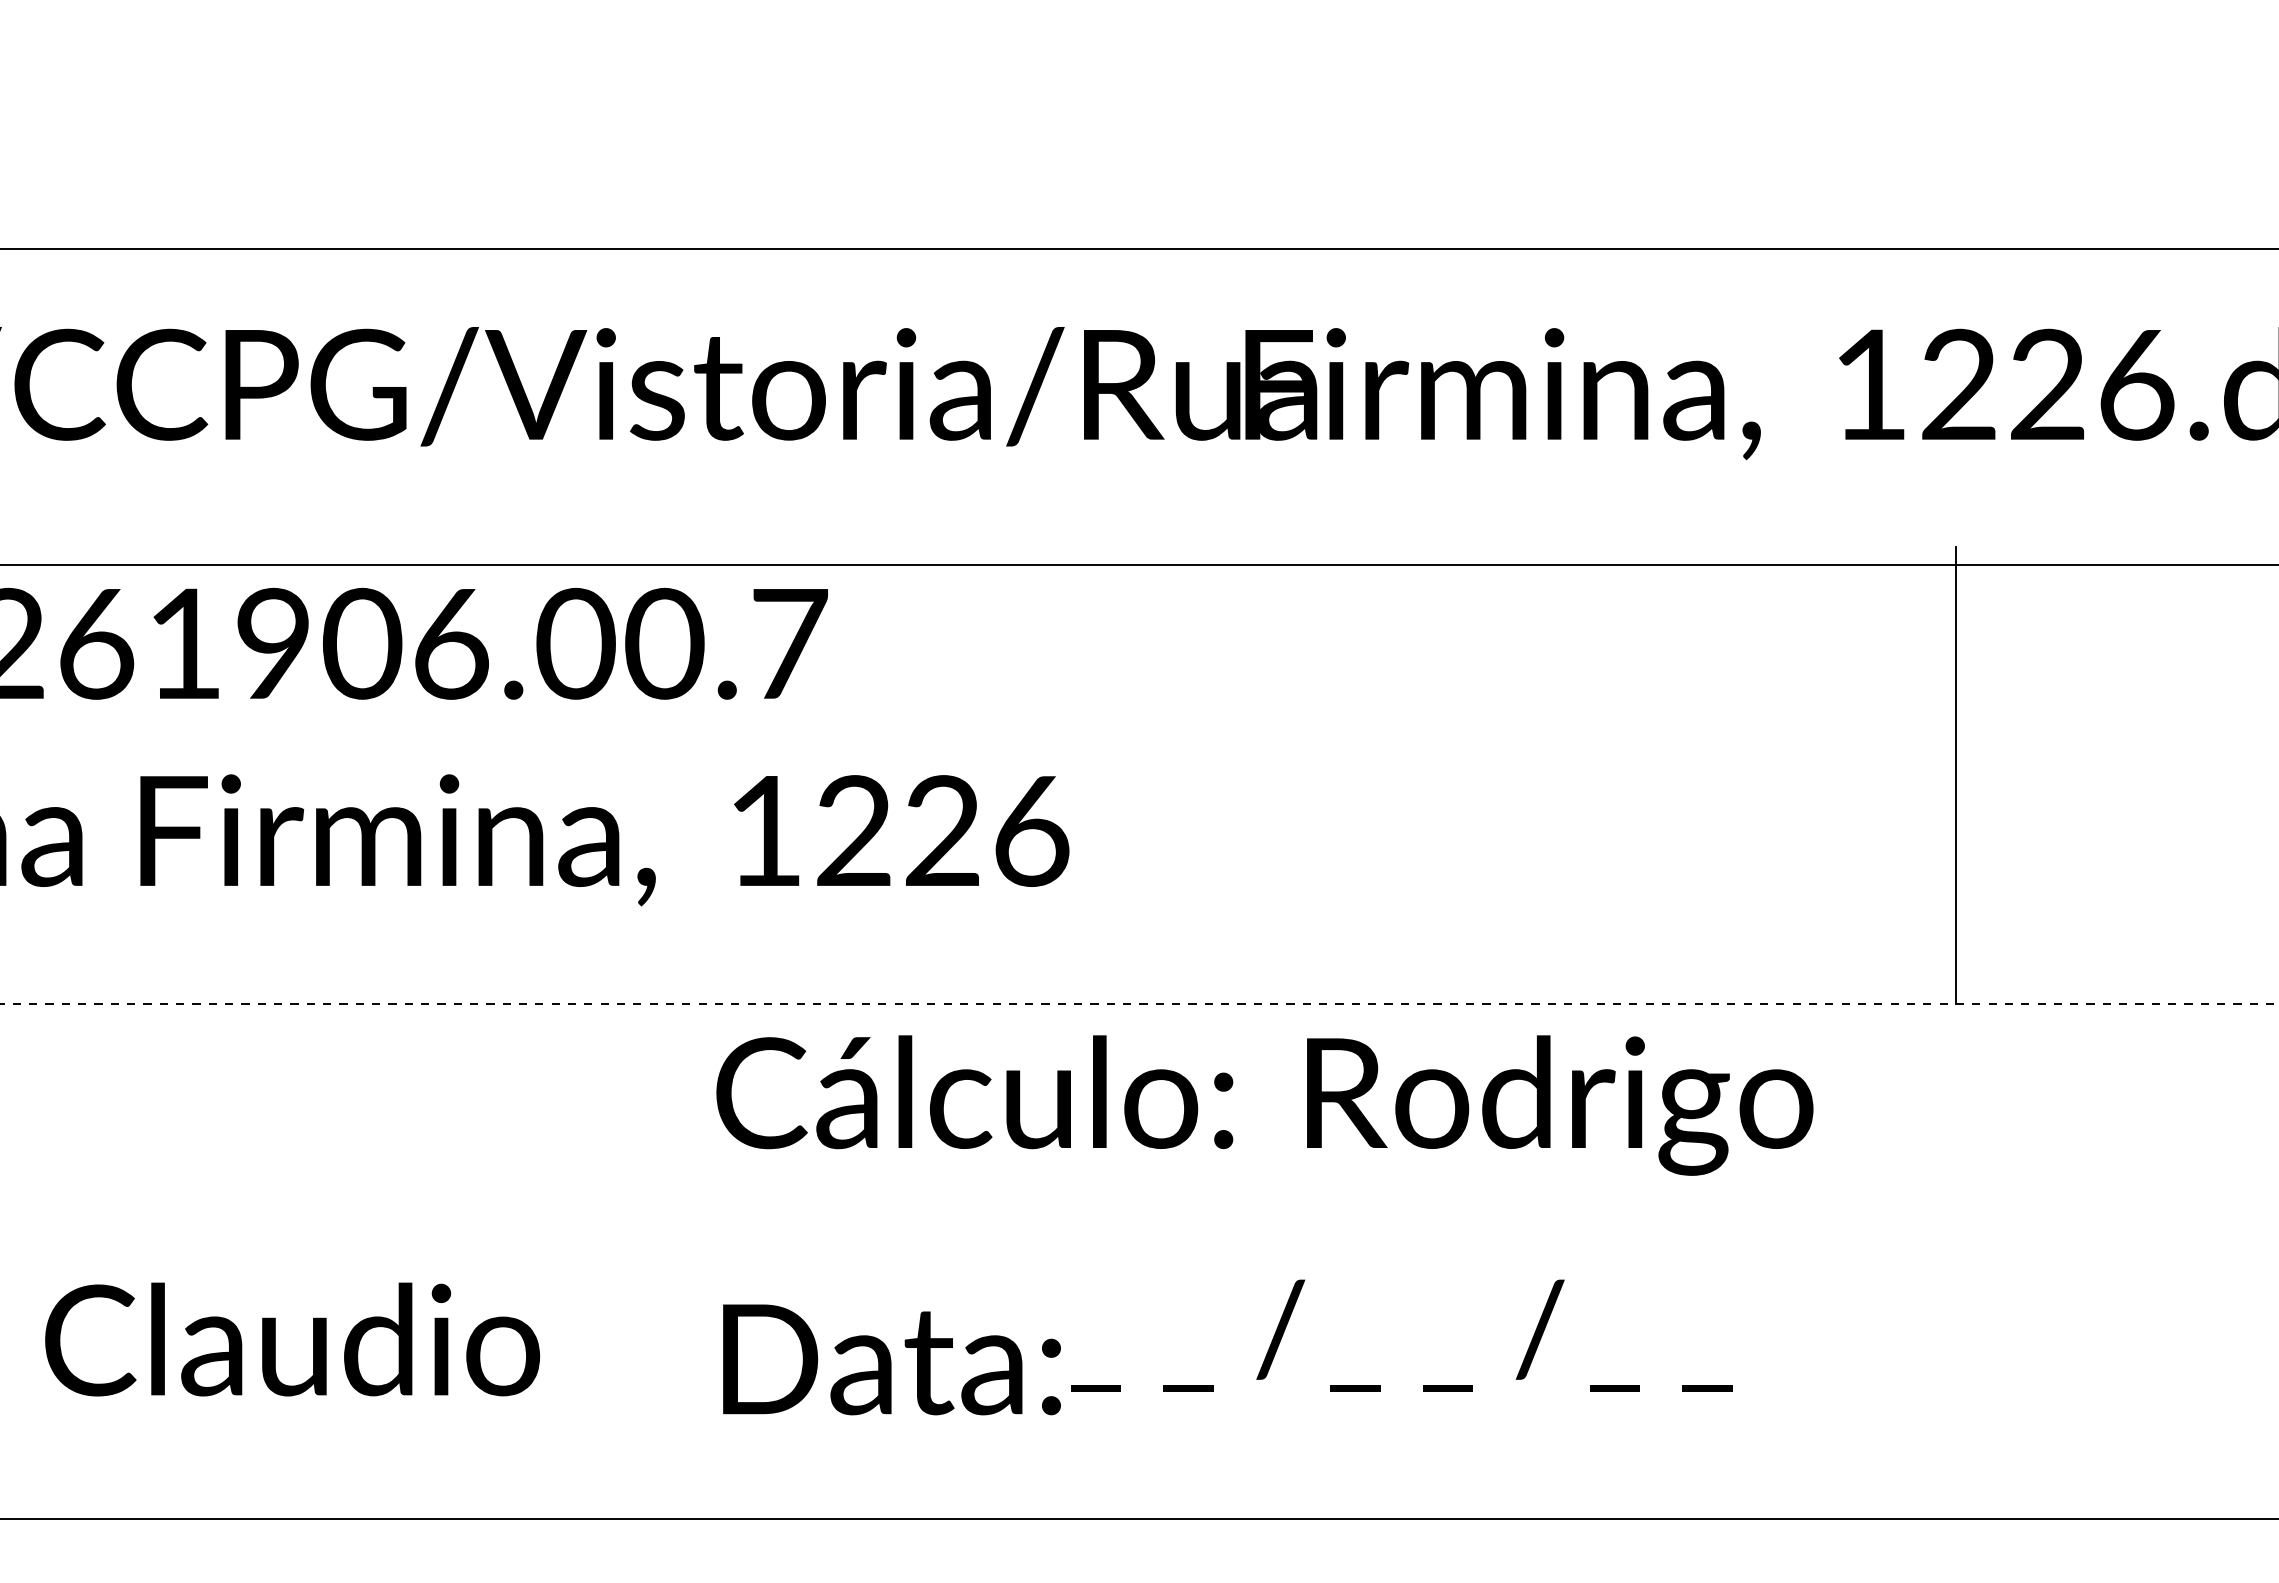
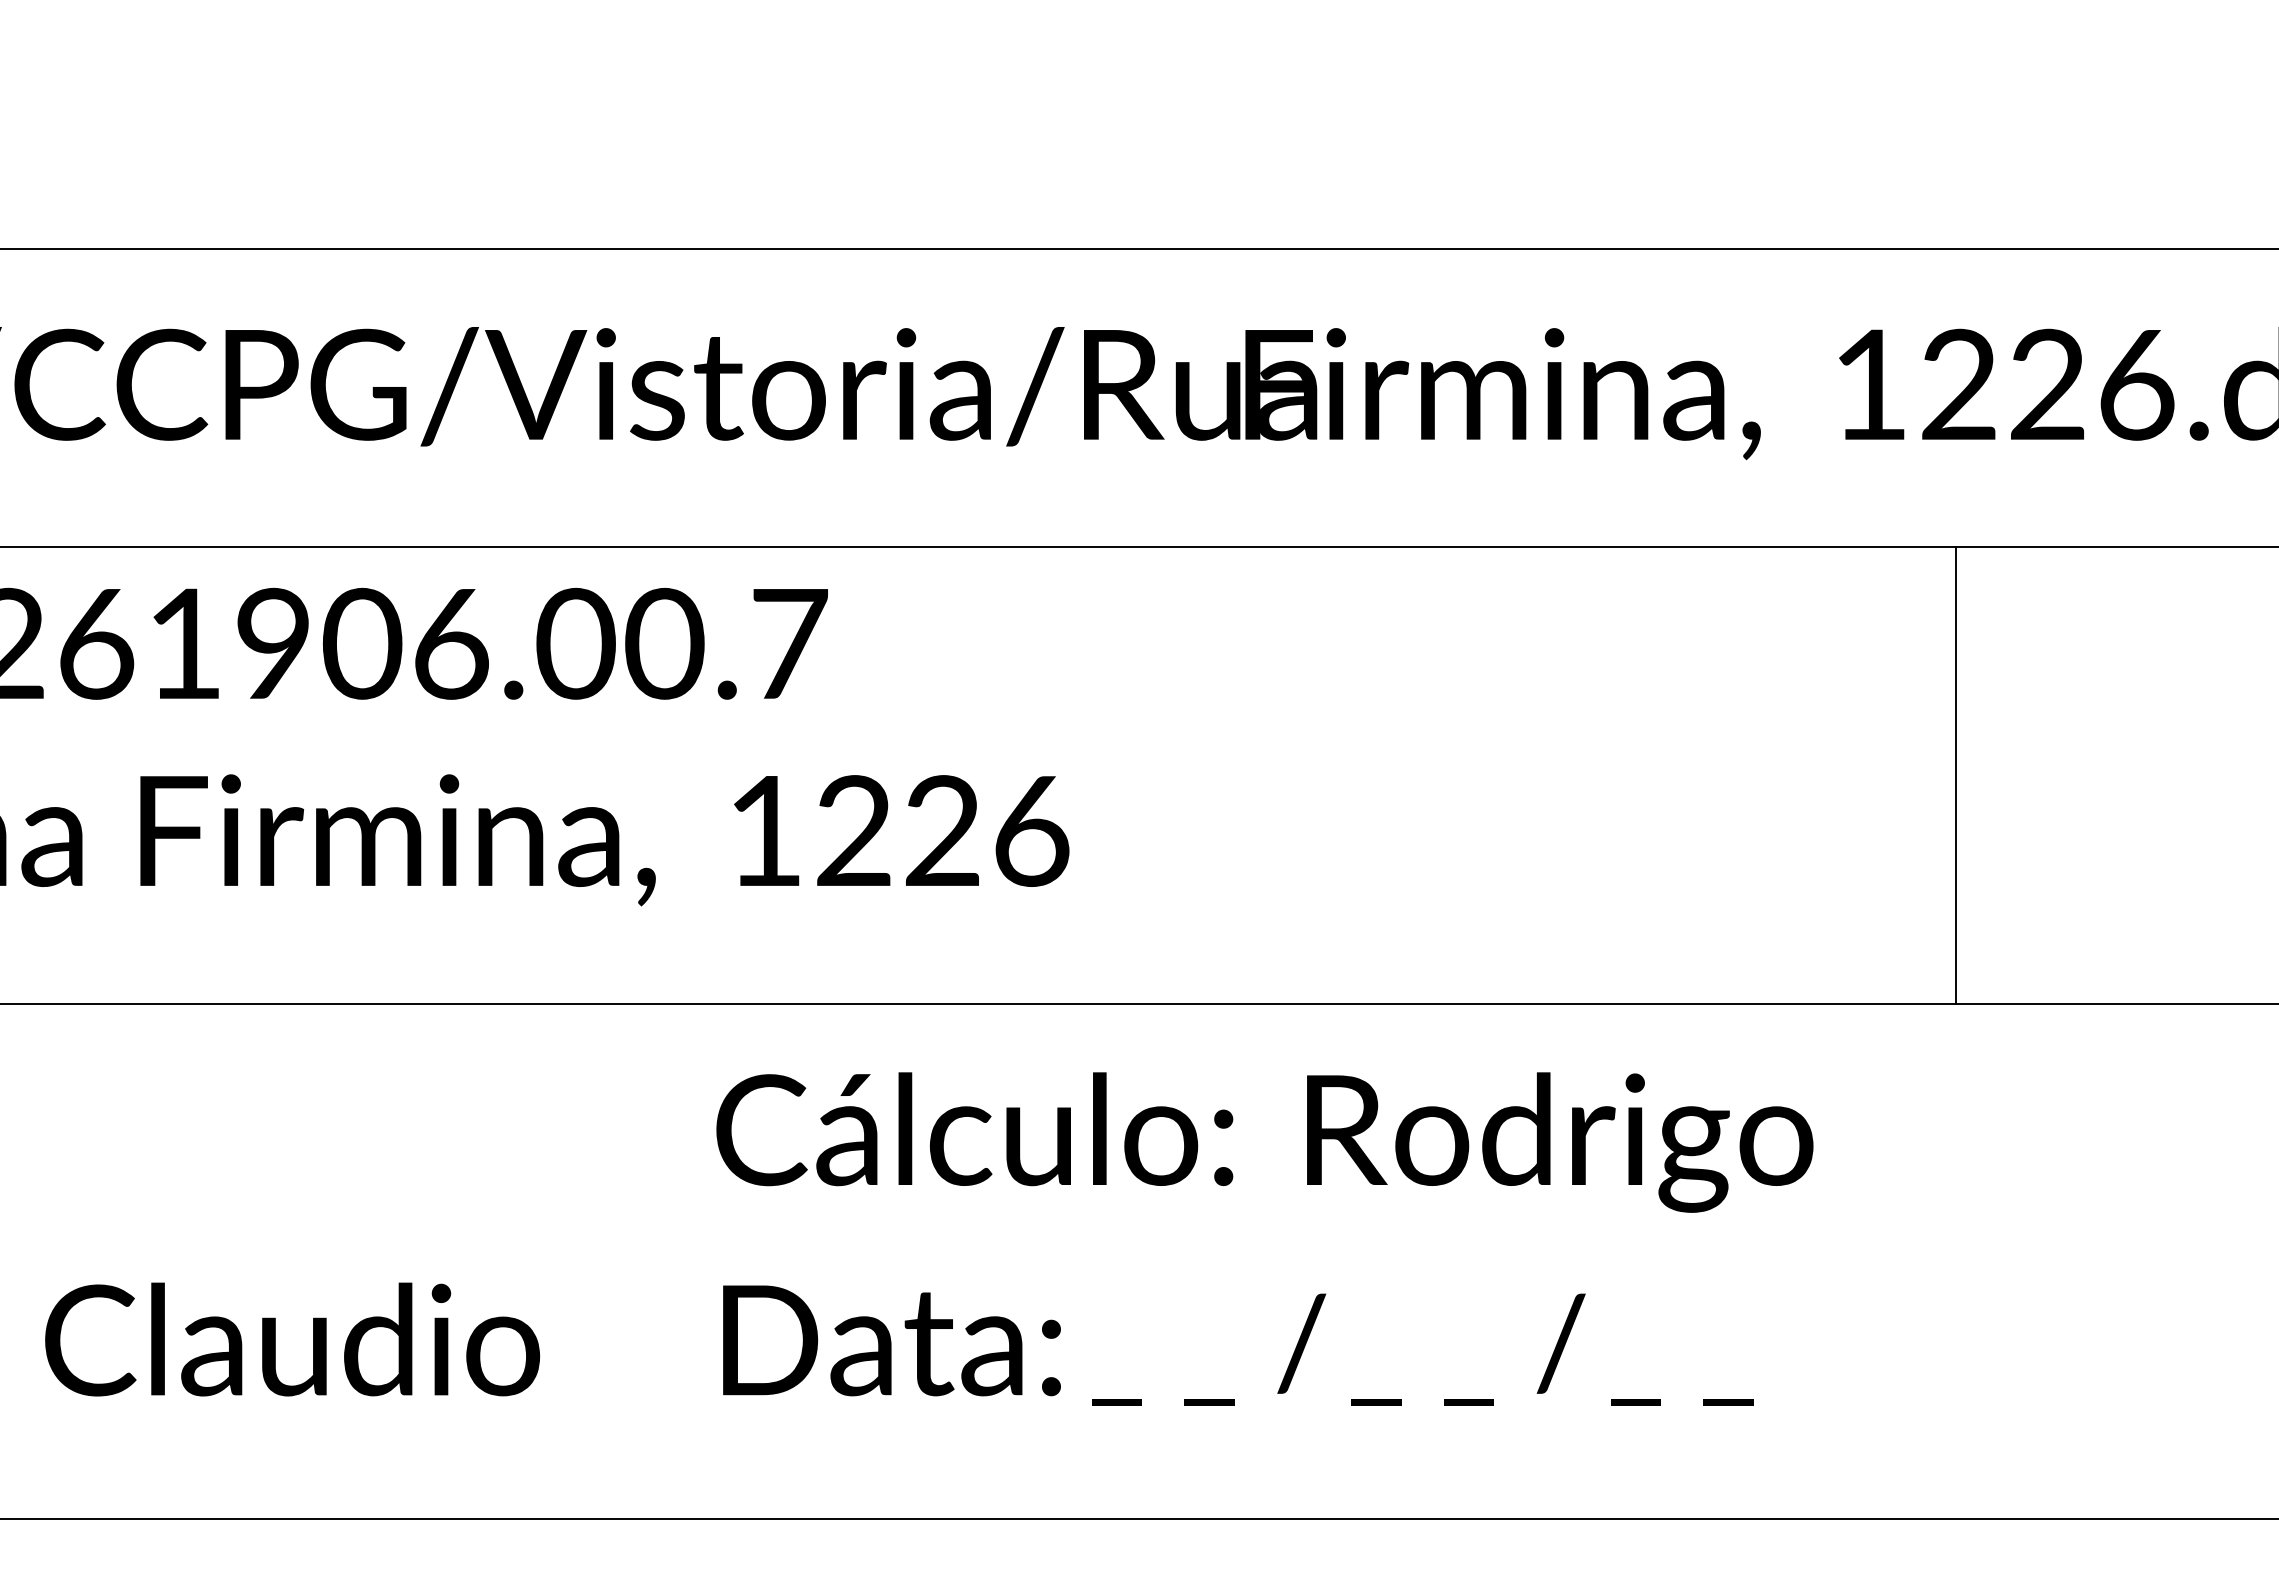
line at (1138, 564) position: (1138, 564) -> (1138, 546)
line at (1139, 1003): dashed -> solid
text at (1264, 1105) position: (1264, 1105) -> (1264, 1142)
text at (1401, 1335) position: (1401, 1335) -> (1422, 1349)
text at (891, 1359) position: (891, 1359) -> (891, 1340)
